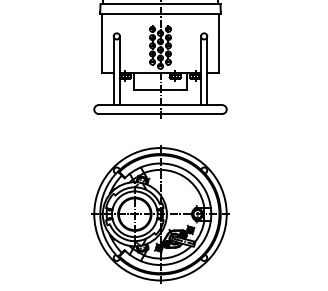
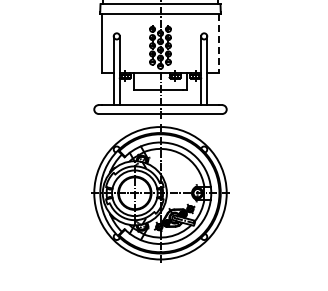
line at (219, 43): solid -> dashed
part at (160, 214) position: (160, 214) -> (160, 193)
